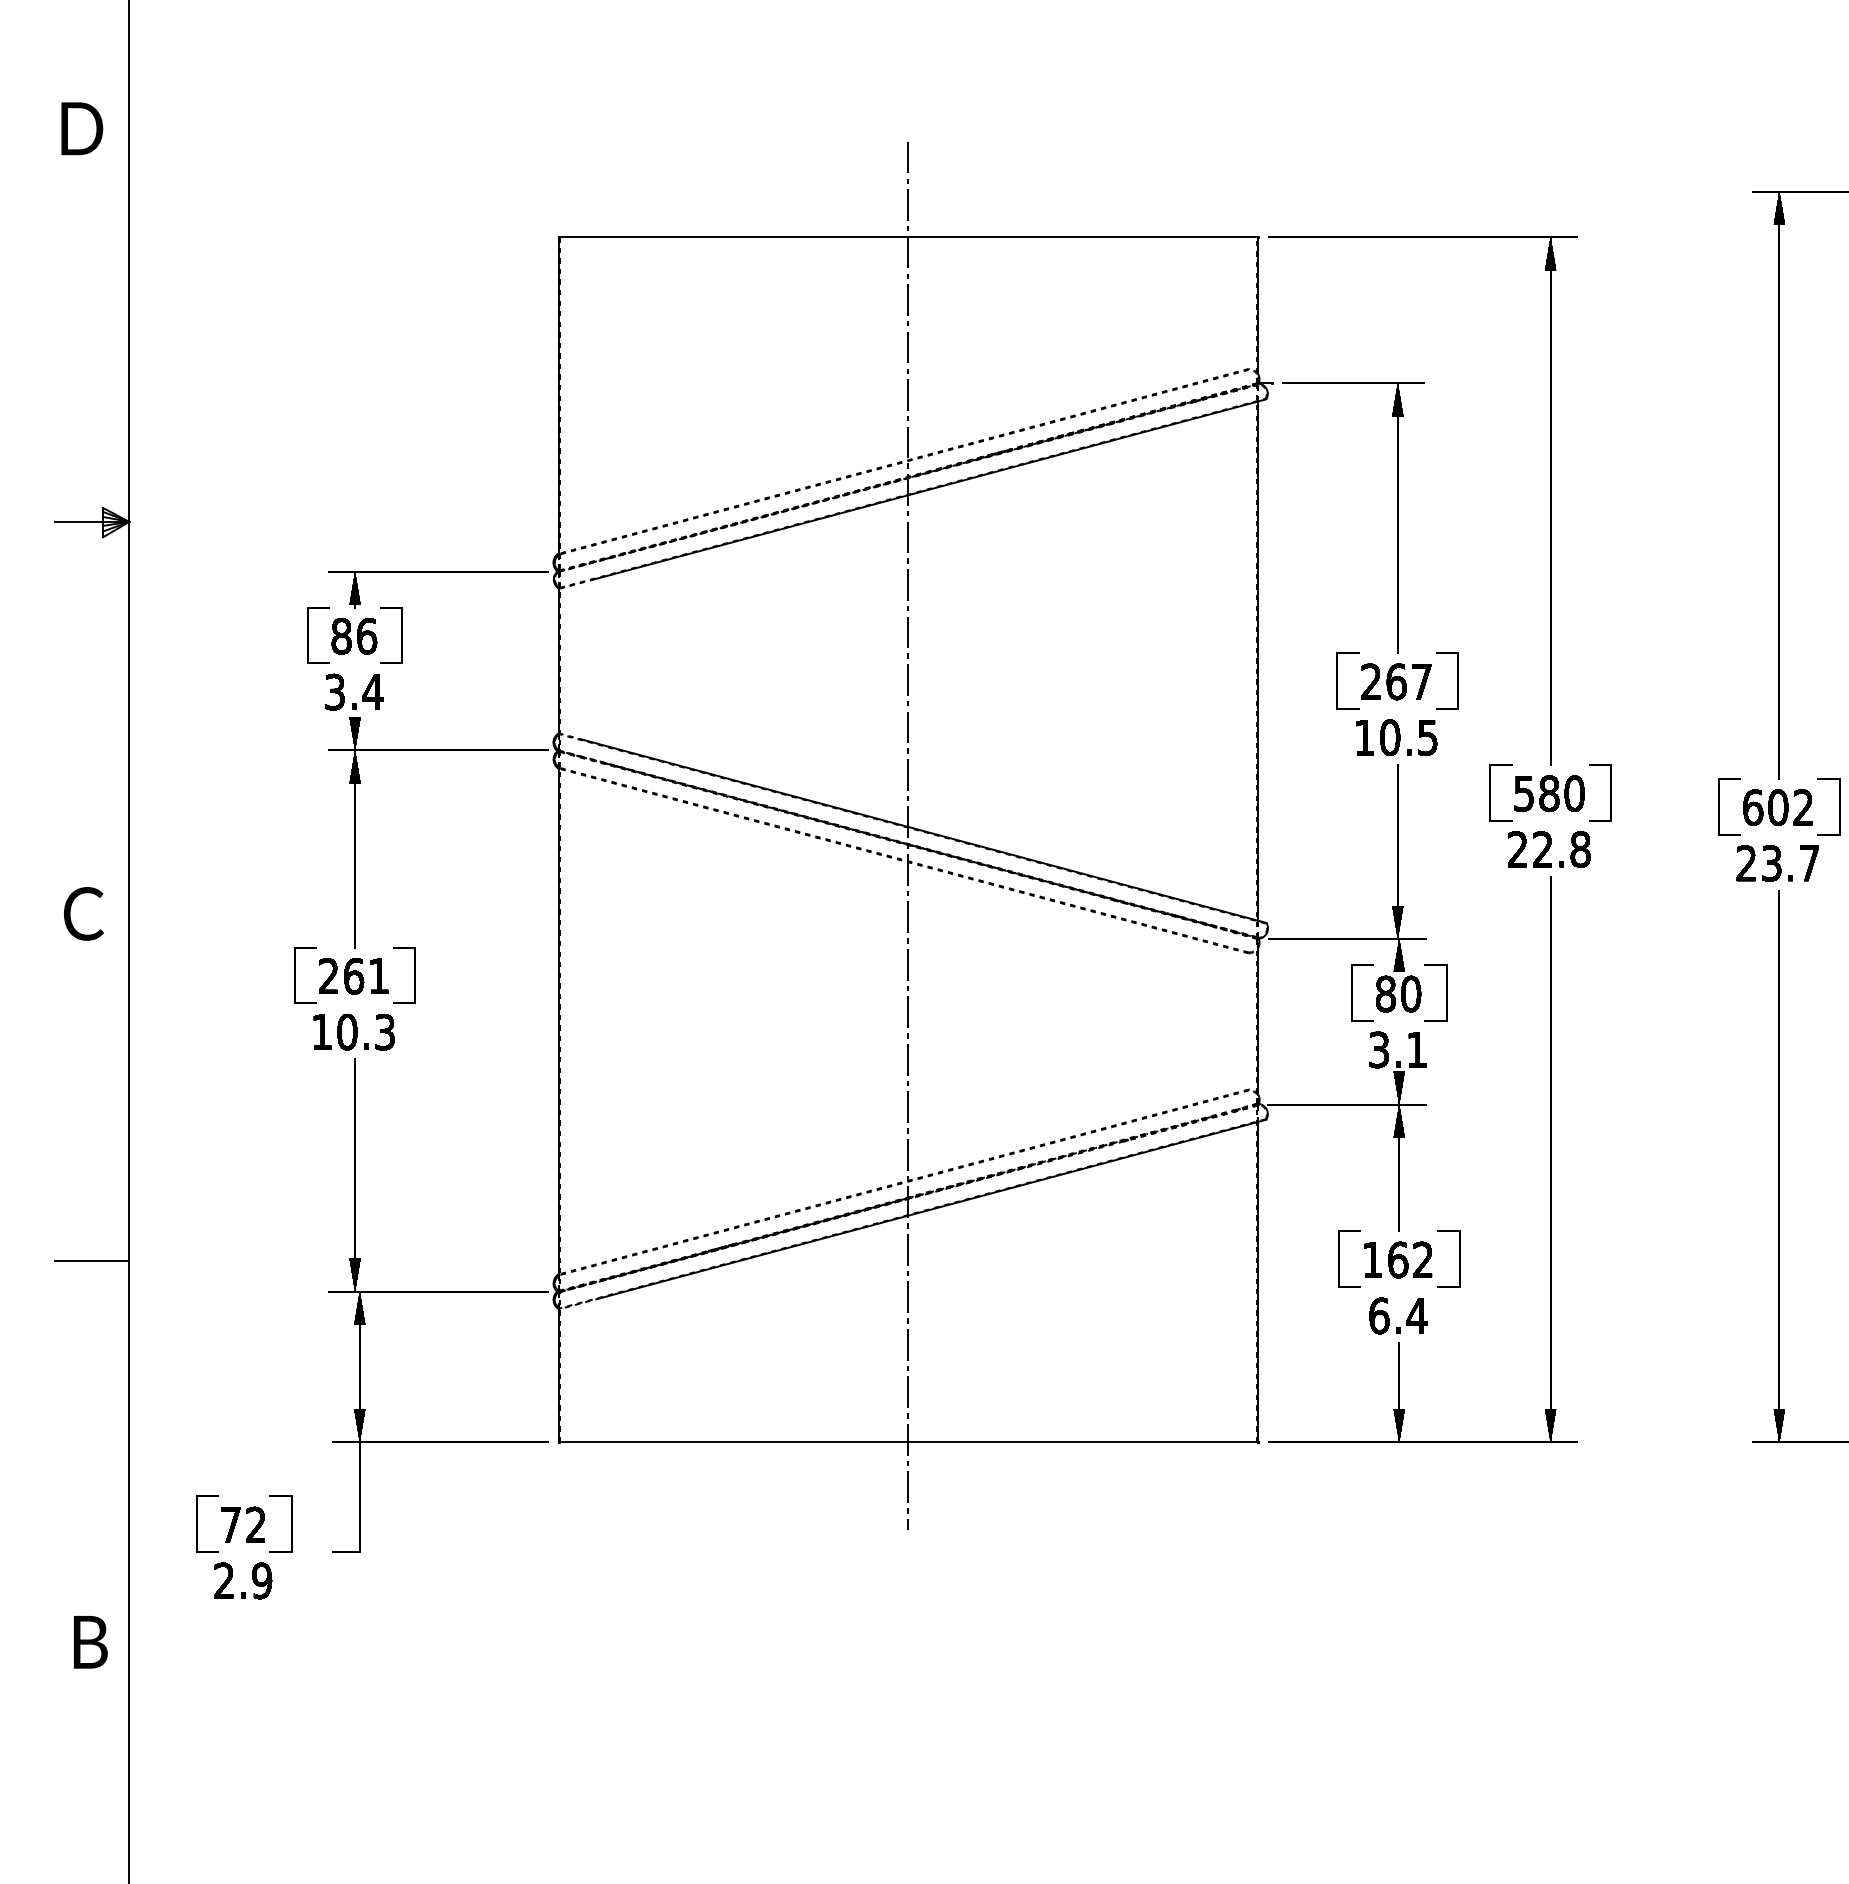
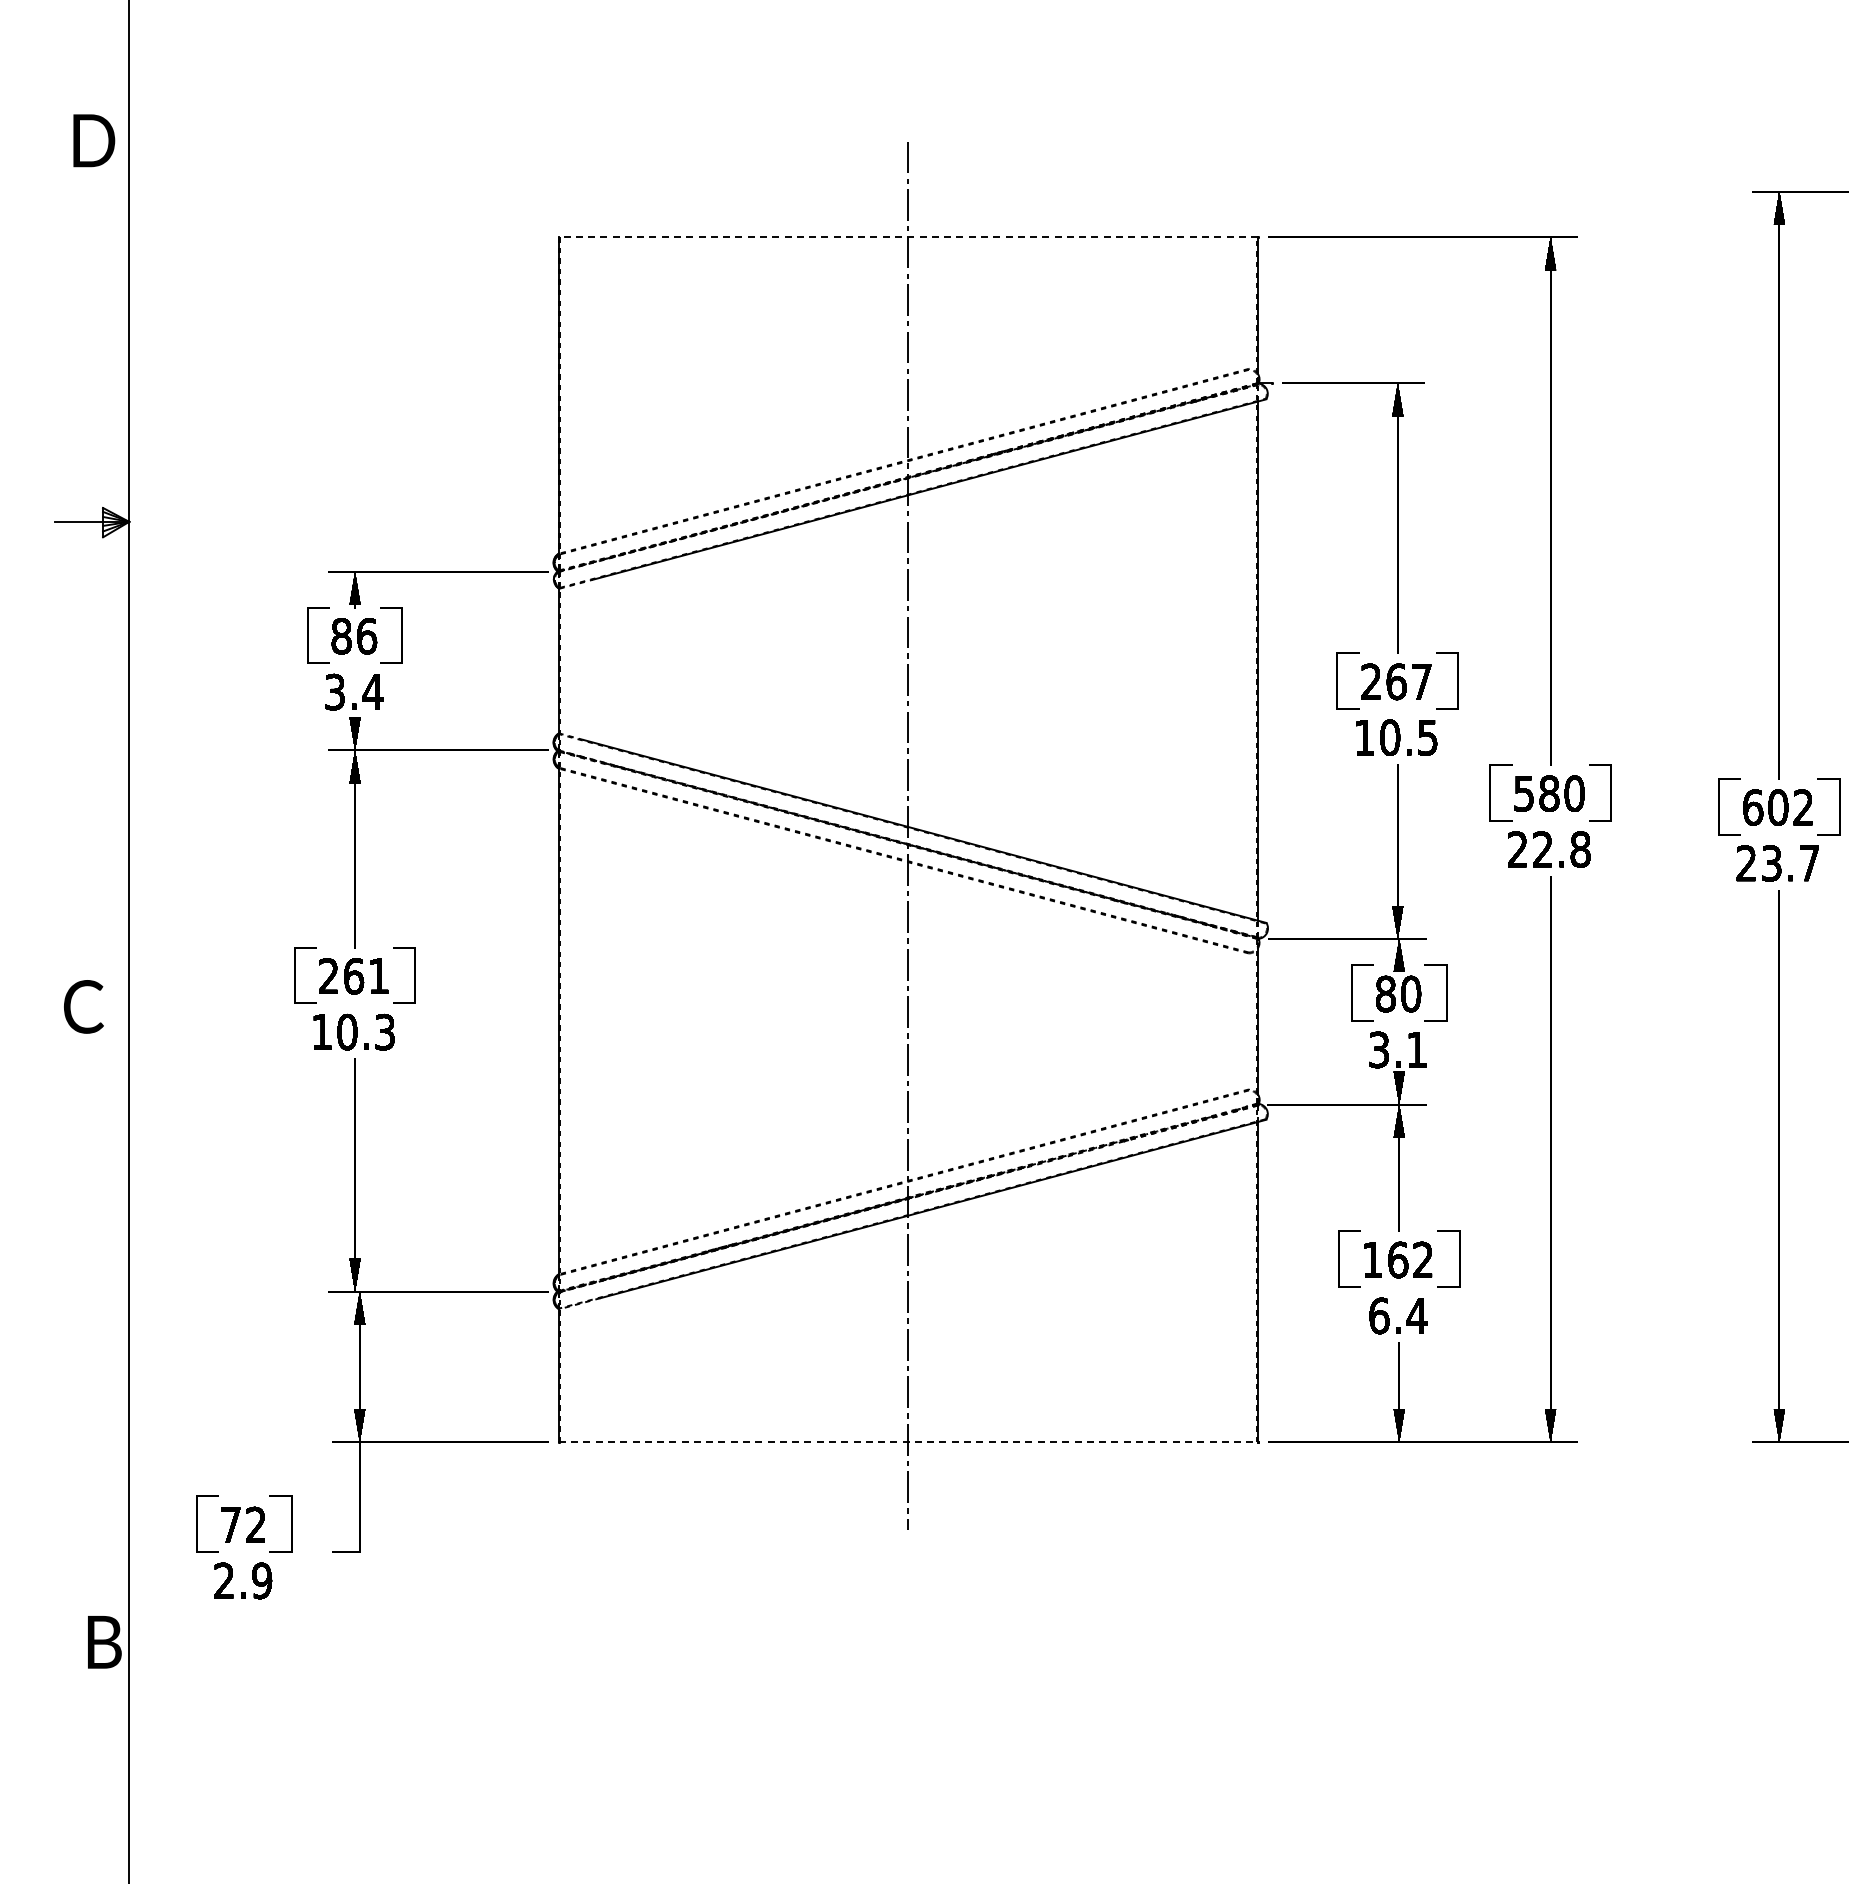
text at (82, 128) position: (82, 128) -> (94, 140)
line at (908, 237): solid -> dashed
text at (83, 913) position: (83, 913) -> (83, 1006)
line at (92, 1260): present -> none
line at (908, 1442): solid -> dashed
text at (90, 1642) position: (90, 1642) -> (104, 1642)
